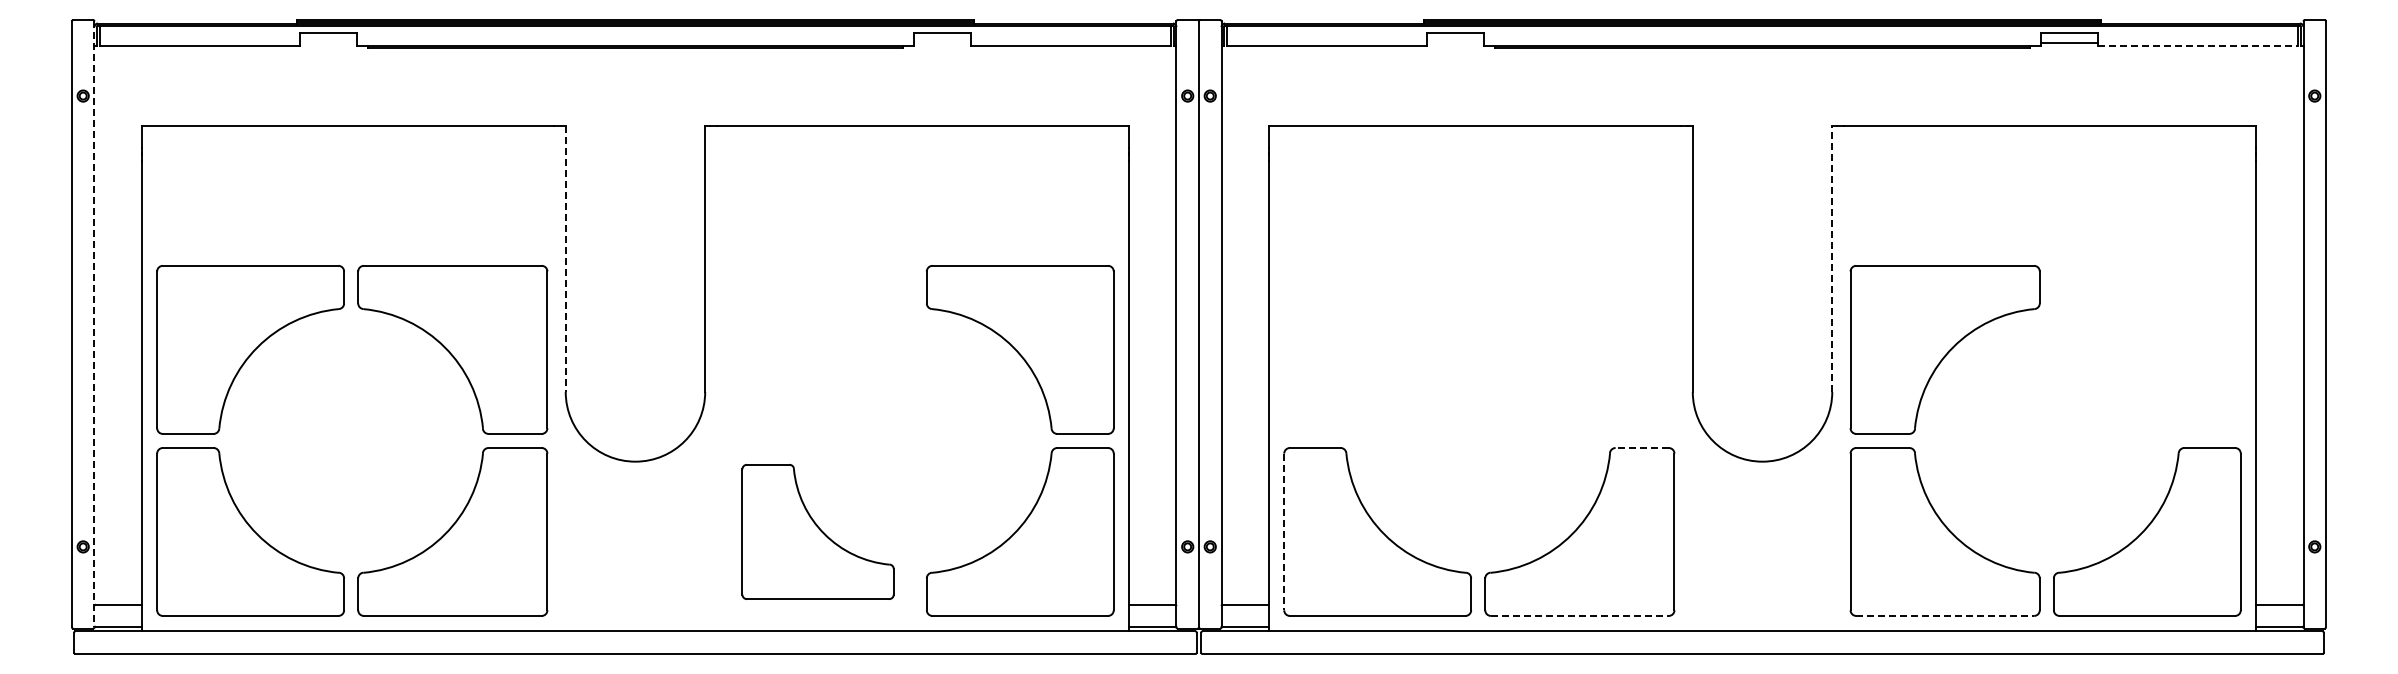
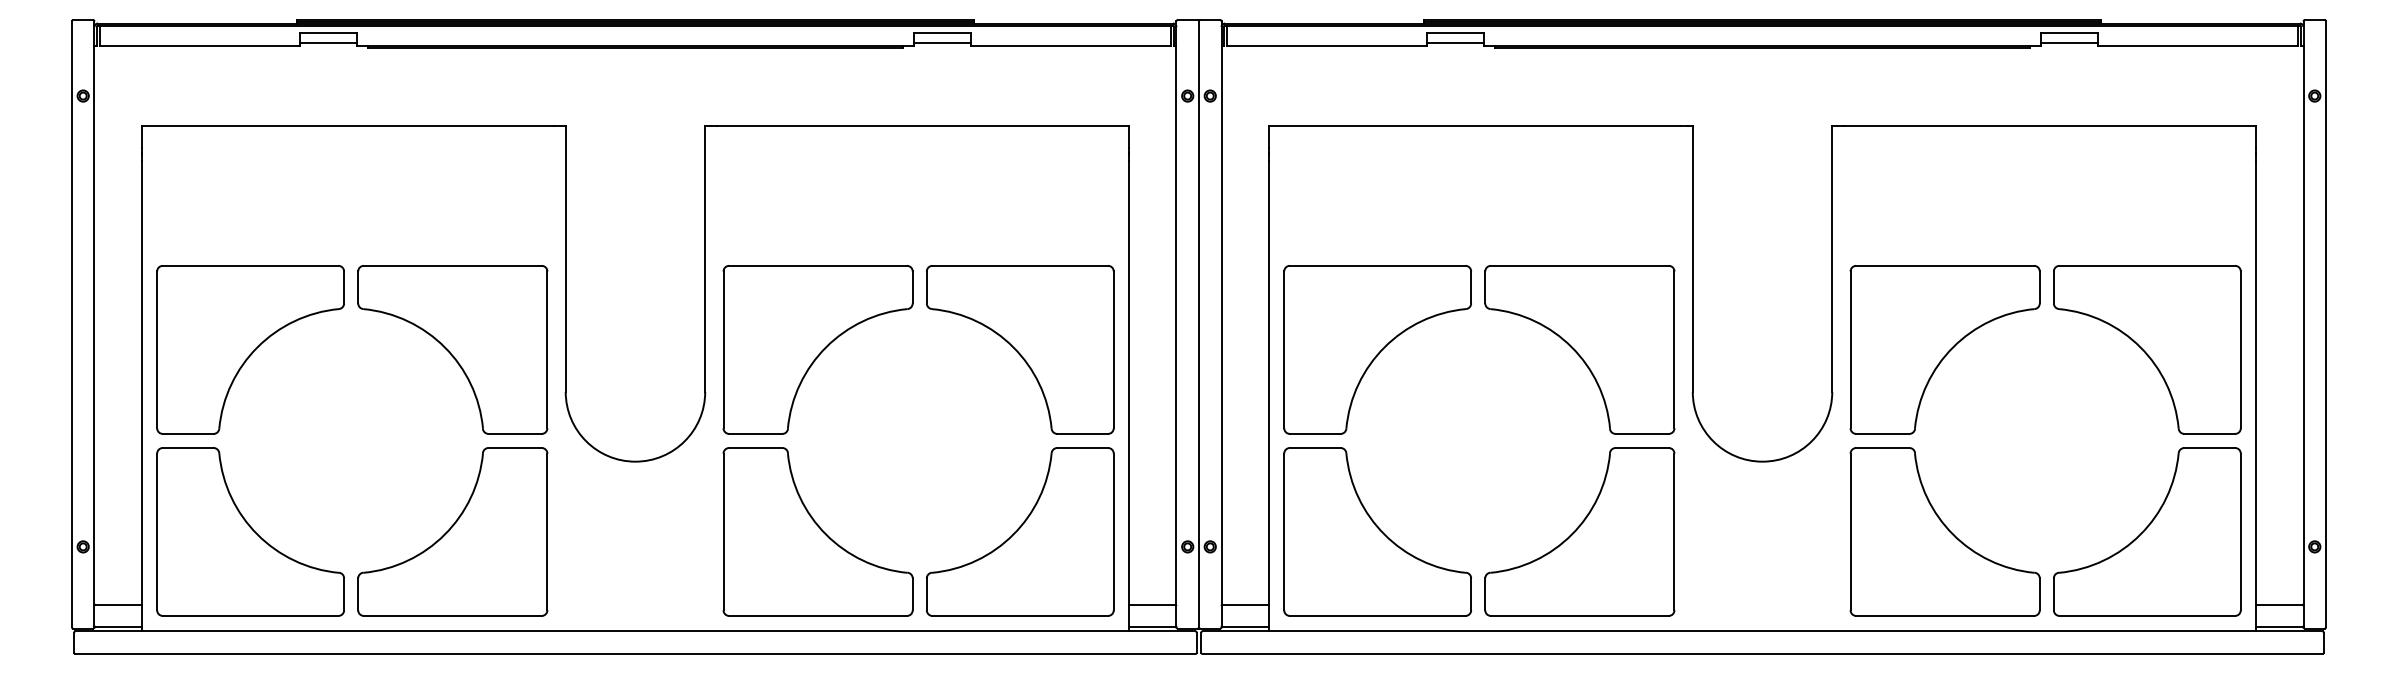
line at (328, 43): none -> present
line at (942, 43): none -> present
line at (1455, 43): none -> present
line at (2198, 46): dashed -> solid
line at (1832, 258): dashed -> solid
line at (565, 259): dashed -> solid
line at (94, 324): dashed -> solid
part at (817, 349): none -> present
part at (1377, 349): none -> present
part at (1579, 349): none -> present
part at (2147, 349): none -> present
line at (1642, 448): dashed -> solid
part at (817, 531) size: 154x136 px -> 192x170 px
line at (1284, 532): dashed -> solid
line at (1579, 615): dashed -> solid
line at (1945, 615): dashed -> solid
